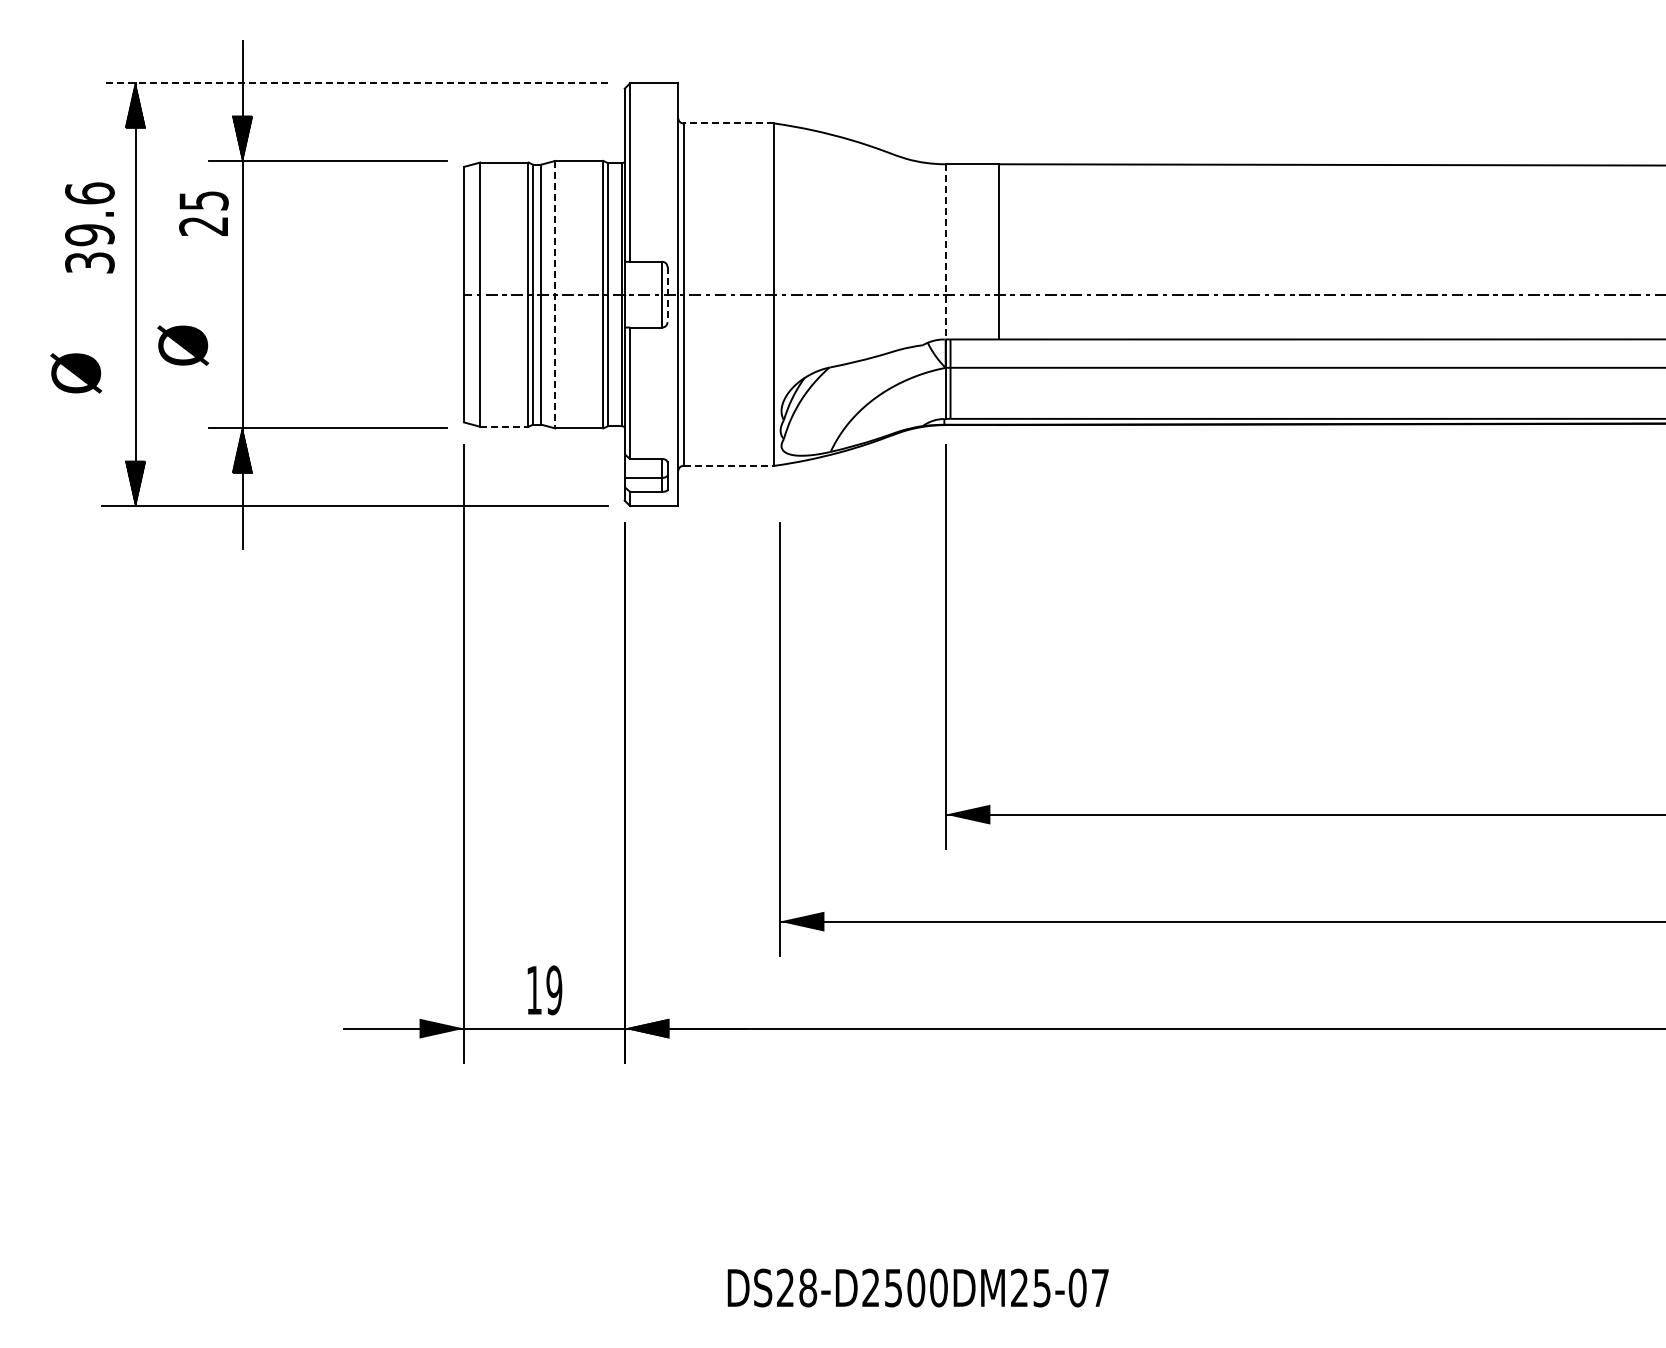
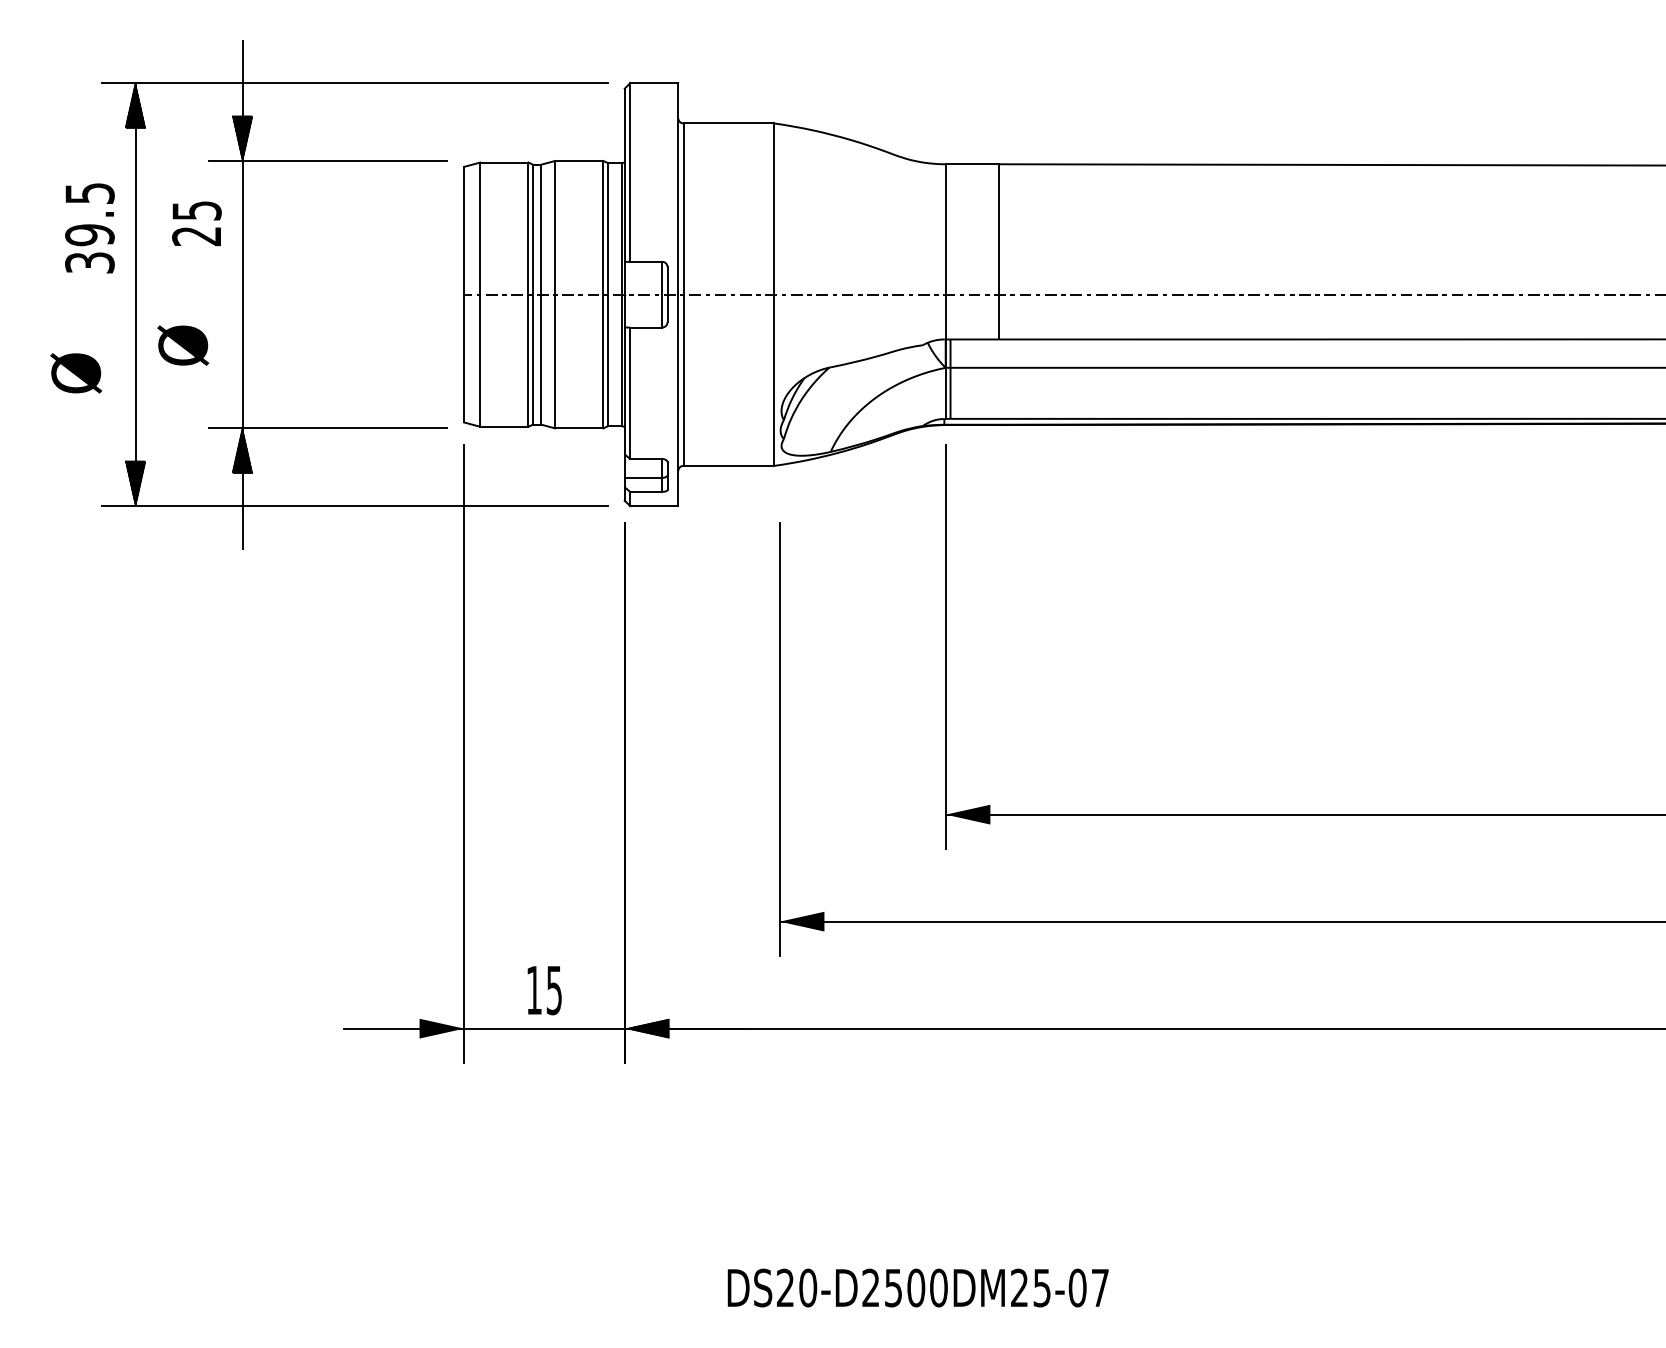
line at (354, 83): dashed -> solid
line at (728, 123): dashed -> solid
text at (89, 193): 39.6 -> 39.5
text at (203, 213) position: (203, 213) -> (196, 223)
line at (945, 251): dashed -> solid
line at (555, 294): dashed -> solid
line at (667, 294): dashed -> solid
line at (504, 426): dashed -> solid
line at (729, 465): dashed -> solid
text at (554, 990): 19 -> 15
text at (808, 1287): DS28-D2500DM25-07 -> DS20-D2500DM25-07
